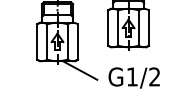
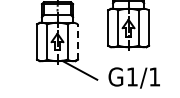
line at (77, 41): solid -> dashed
text at (154, 76): G1/2 -> G1/1
